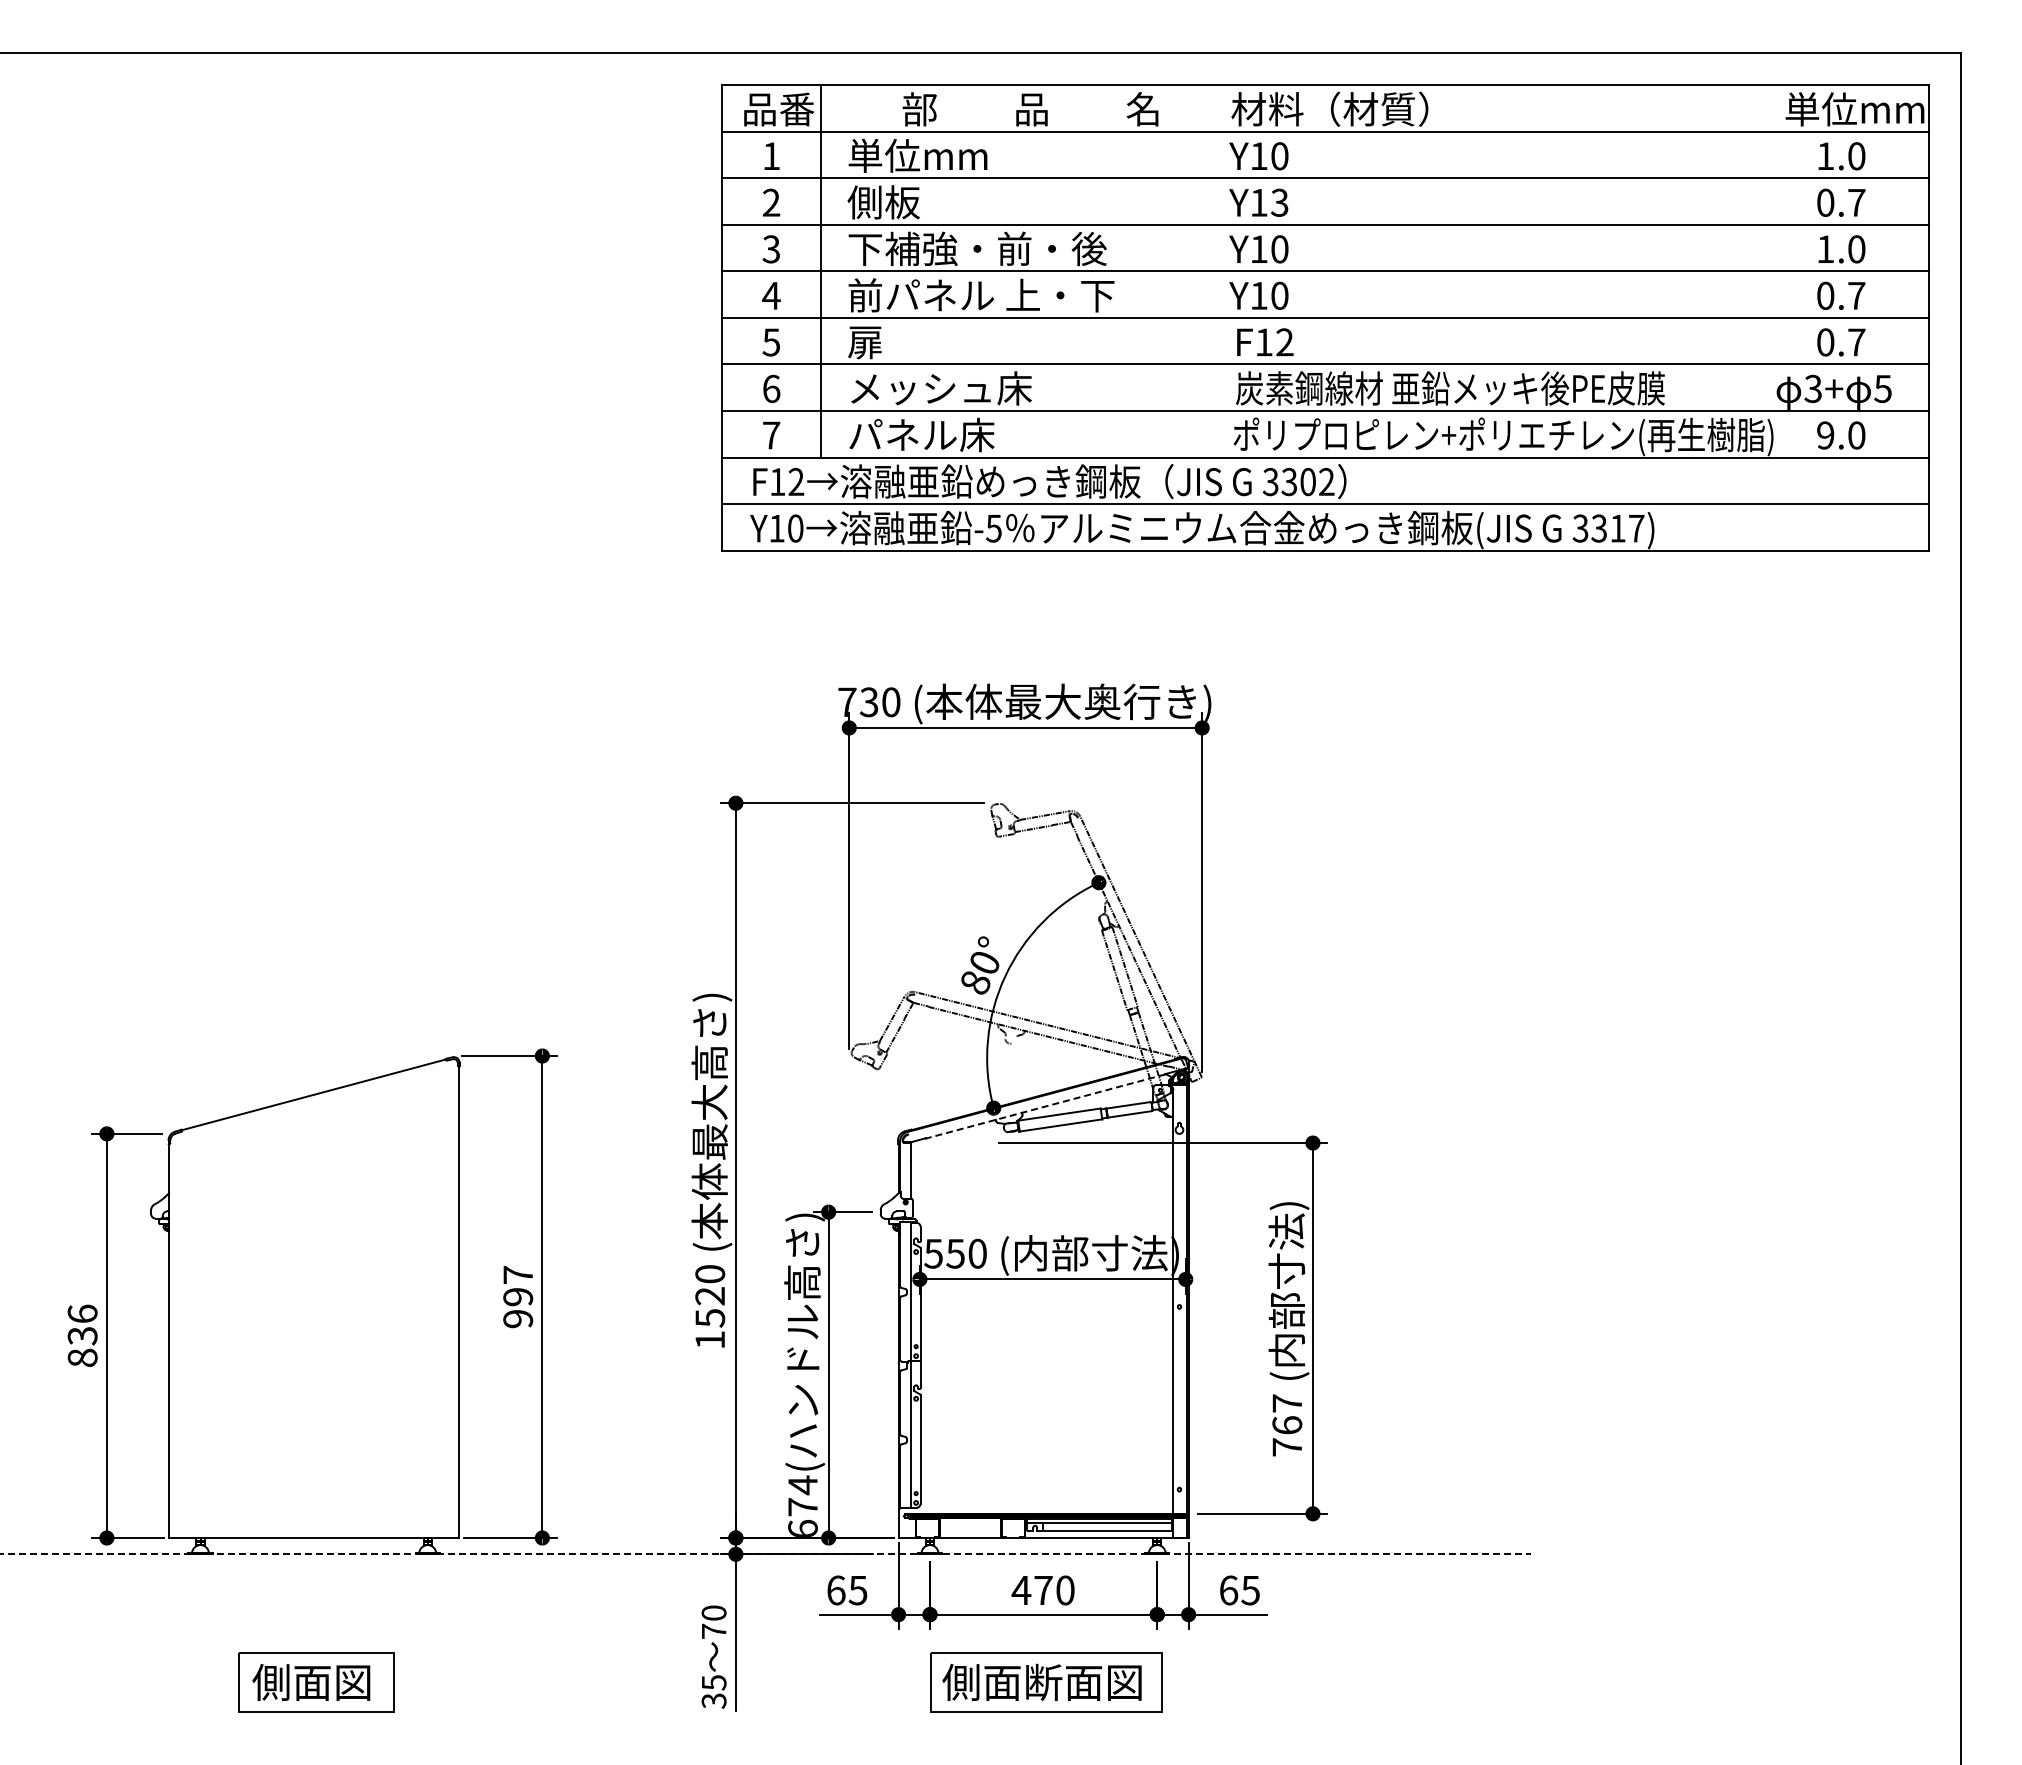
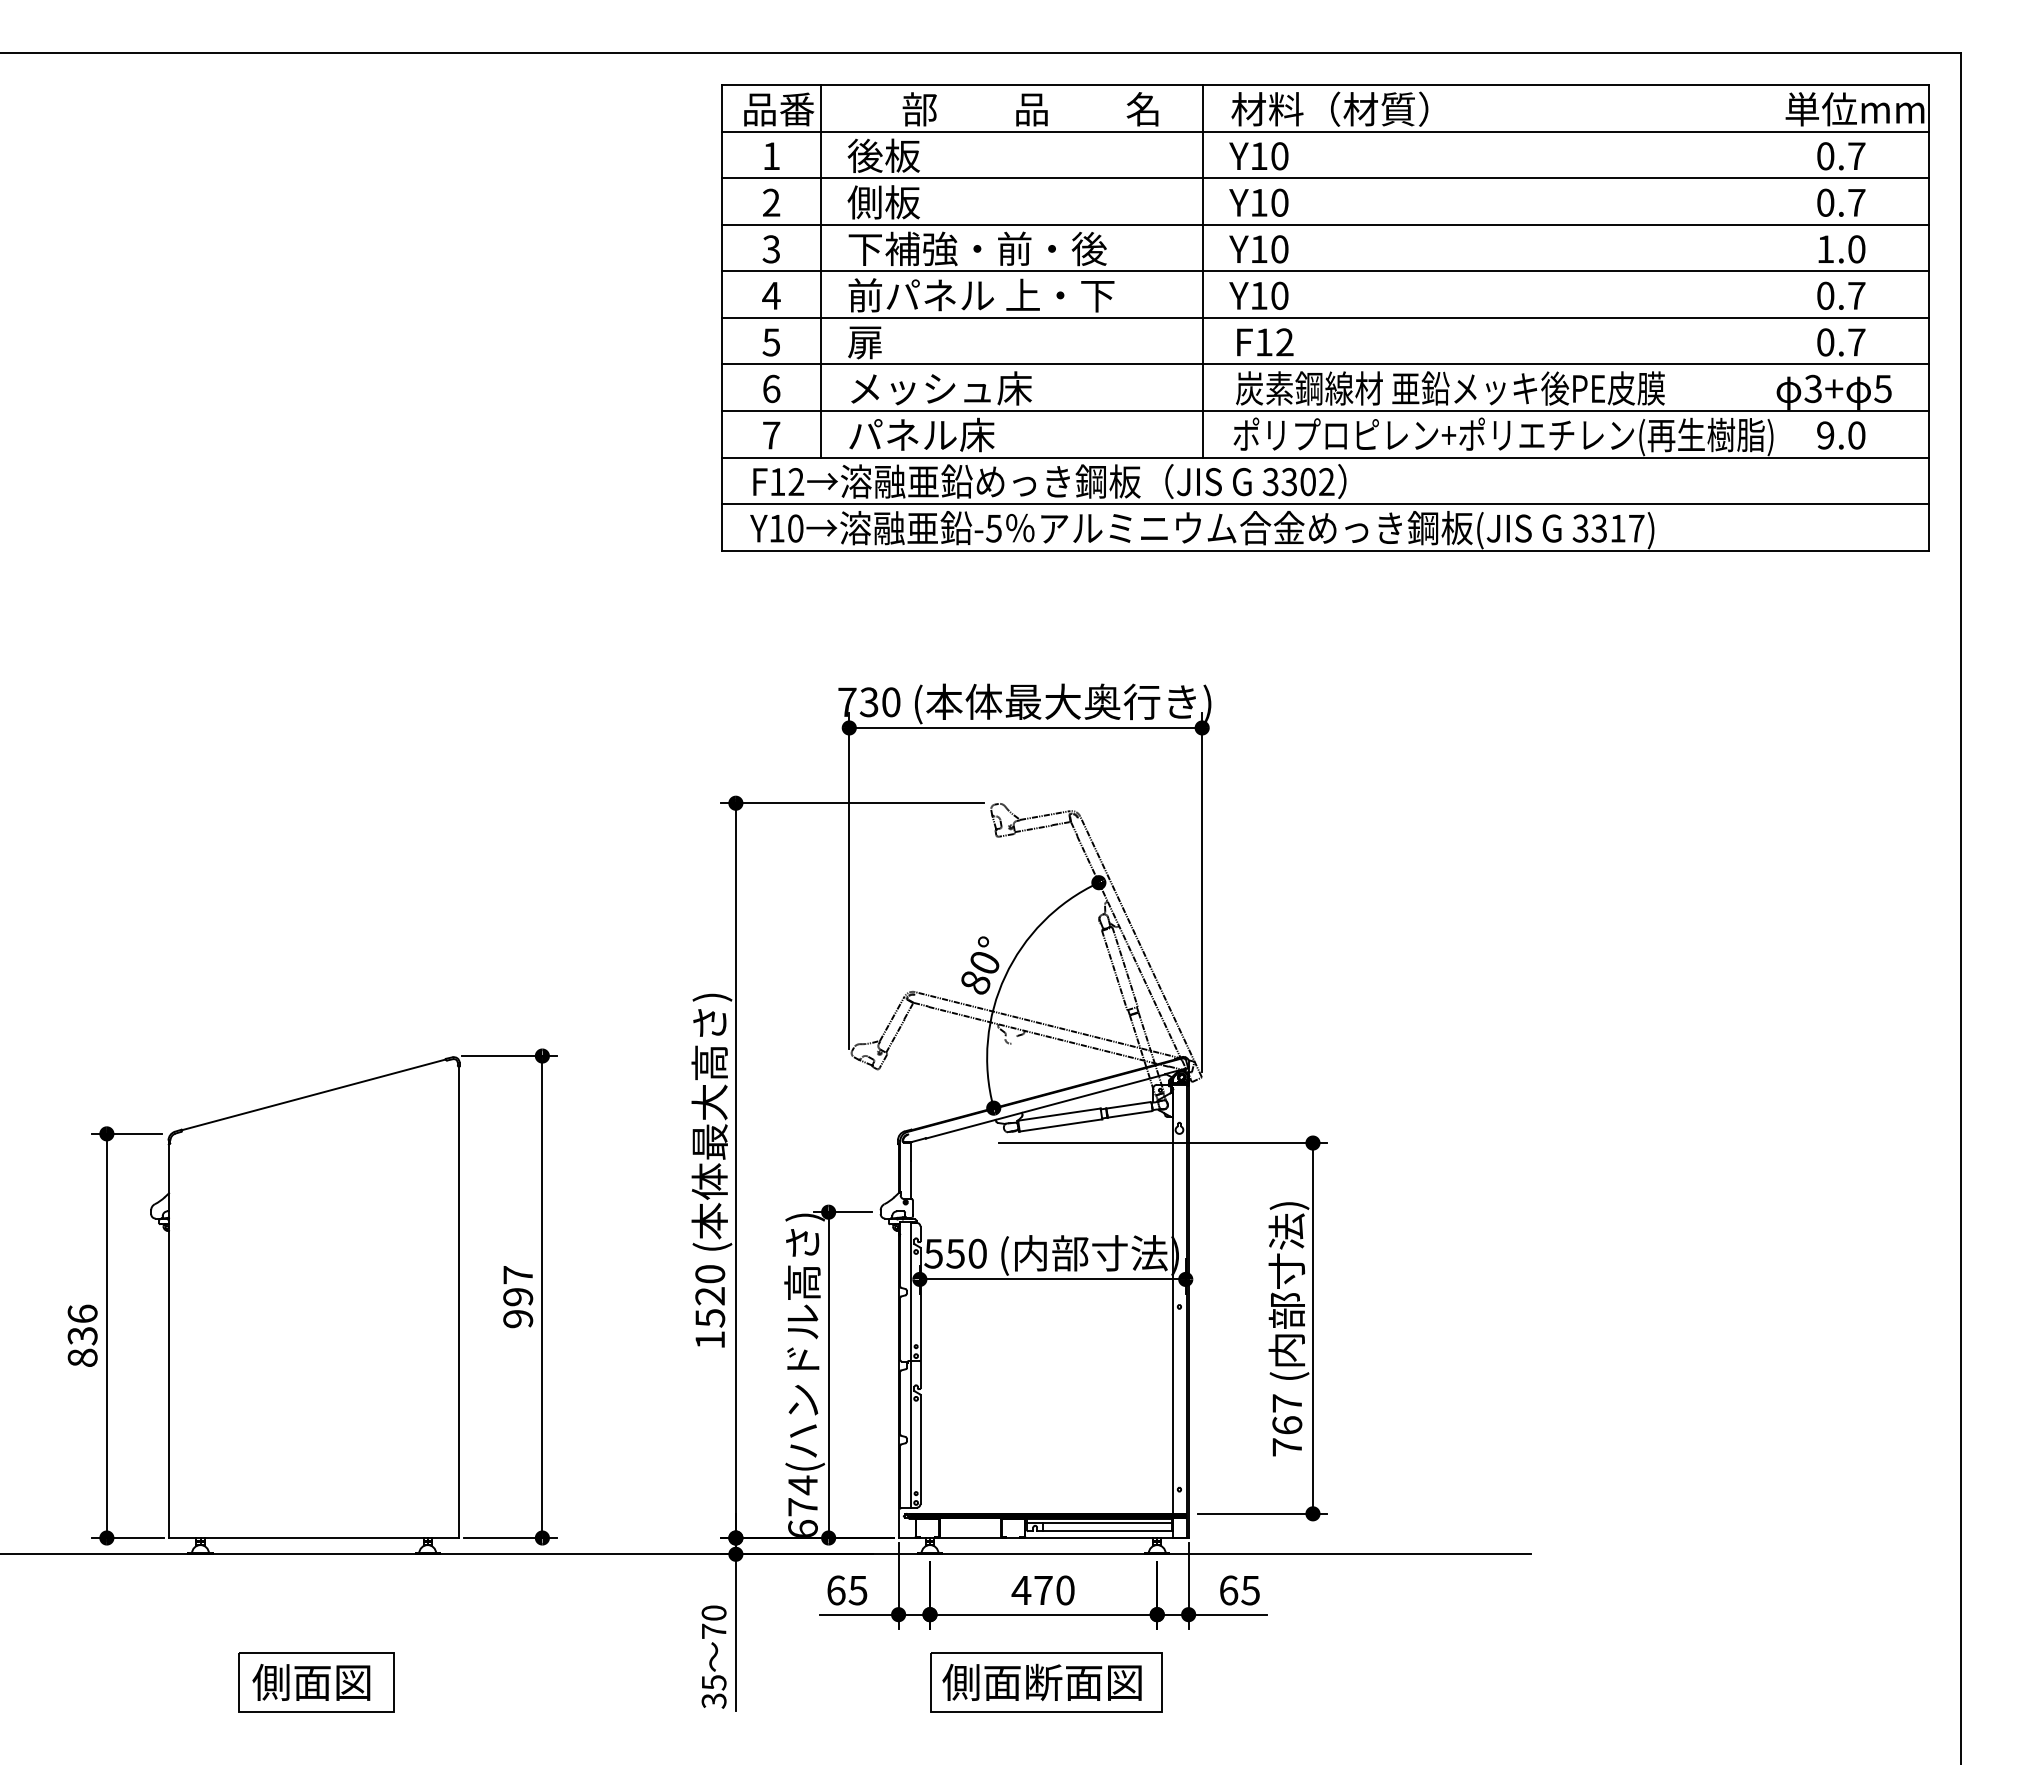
text at (917, 155): 単位mm -> 後板
text at (1841, 156): 1.0 -> 0.7
text at (1279, 202): Y13 -> Y10
line at (1203, 271): none -> present
line at (1045, 1106): dashed -> solid
line at (765, 1554): dashed -> solid
